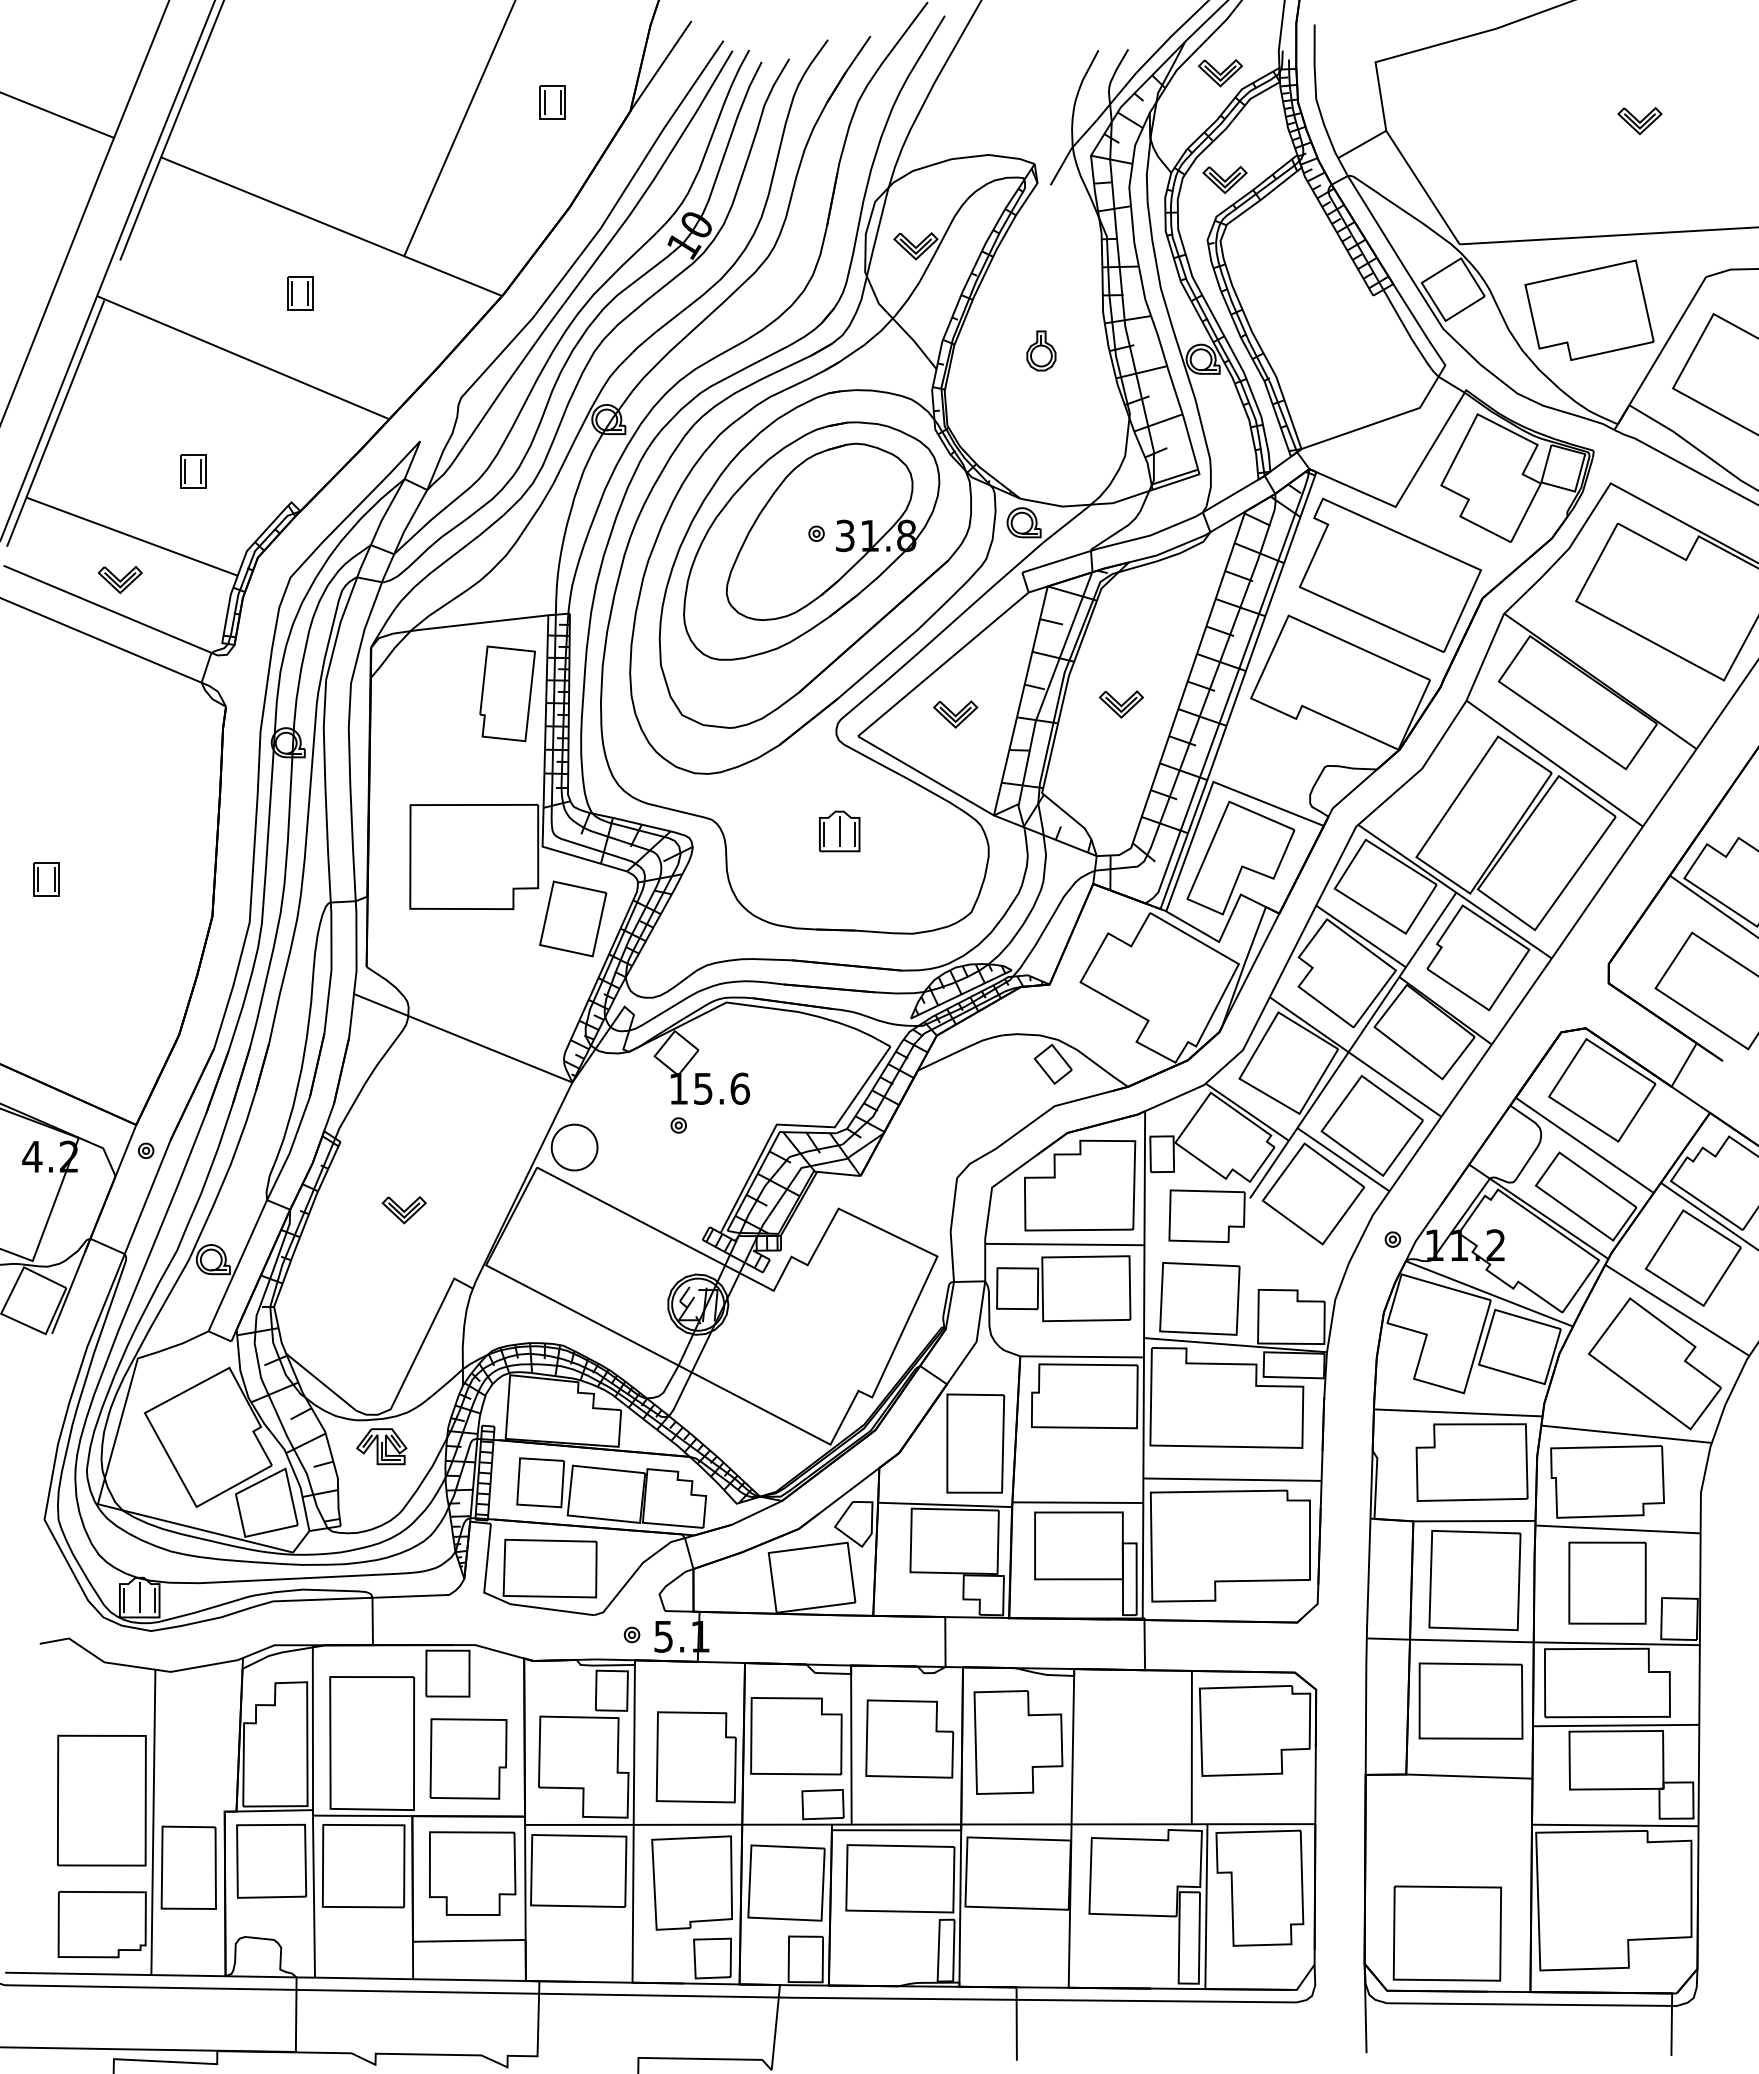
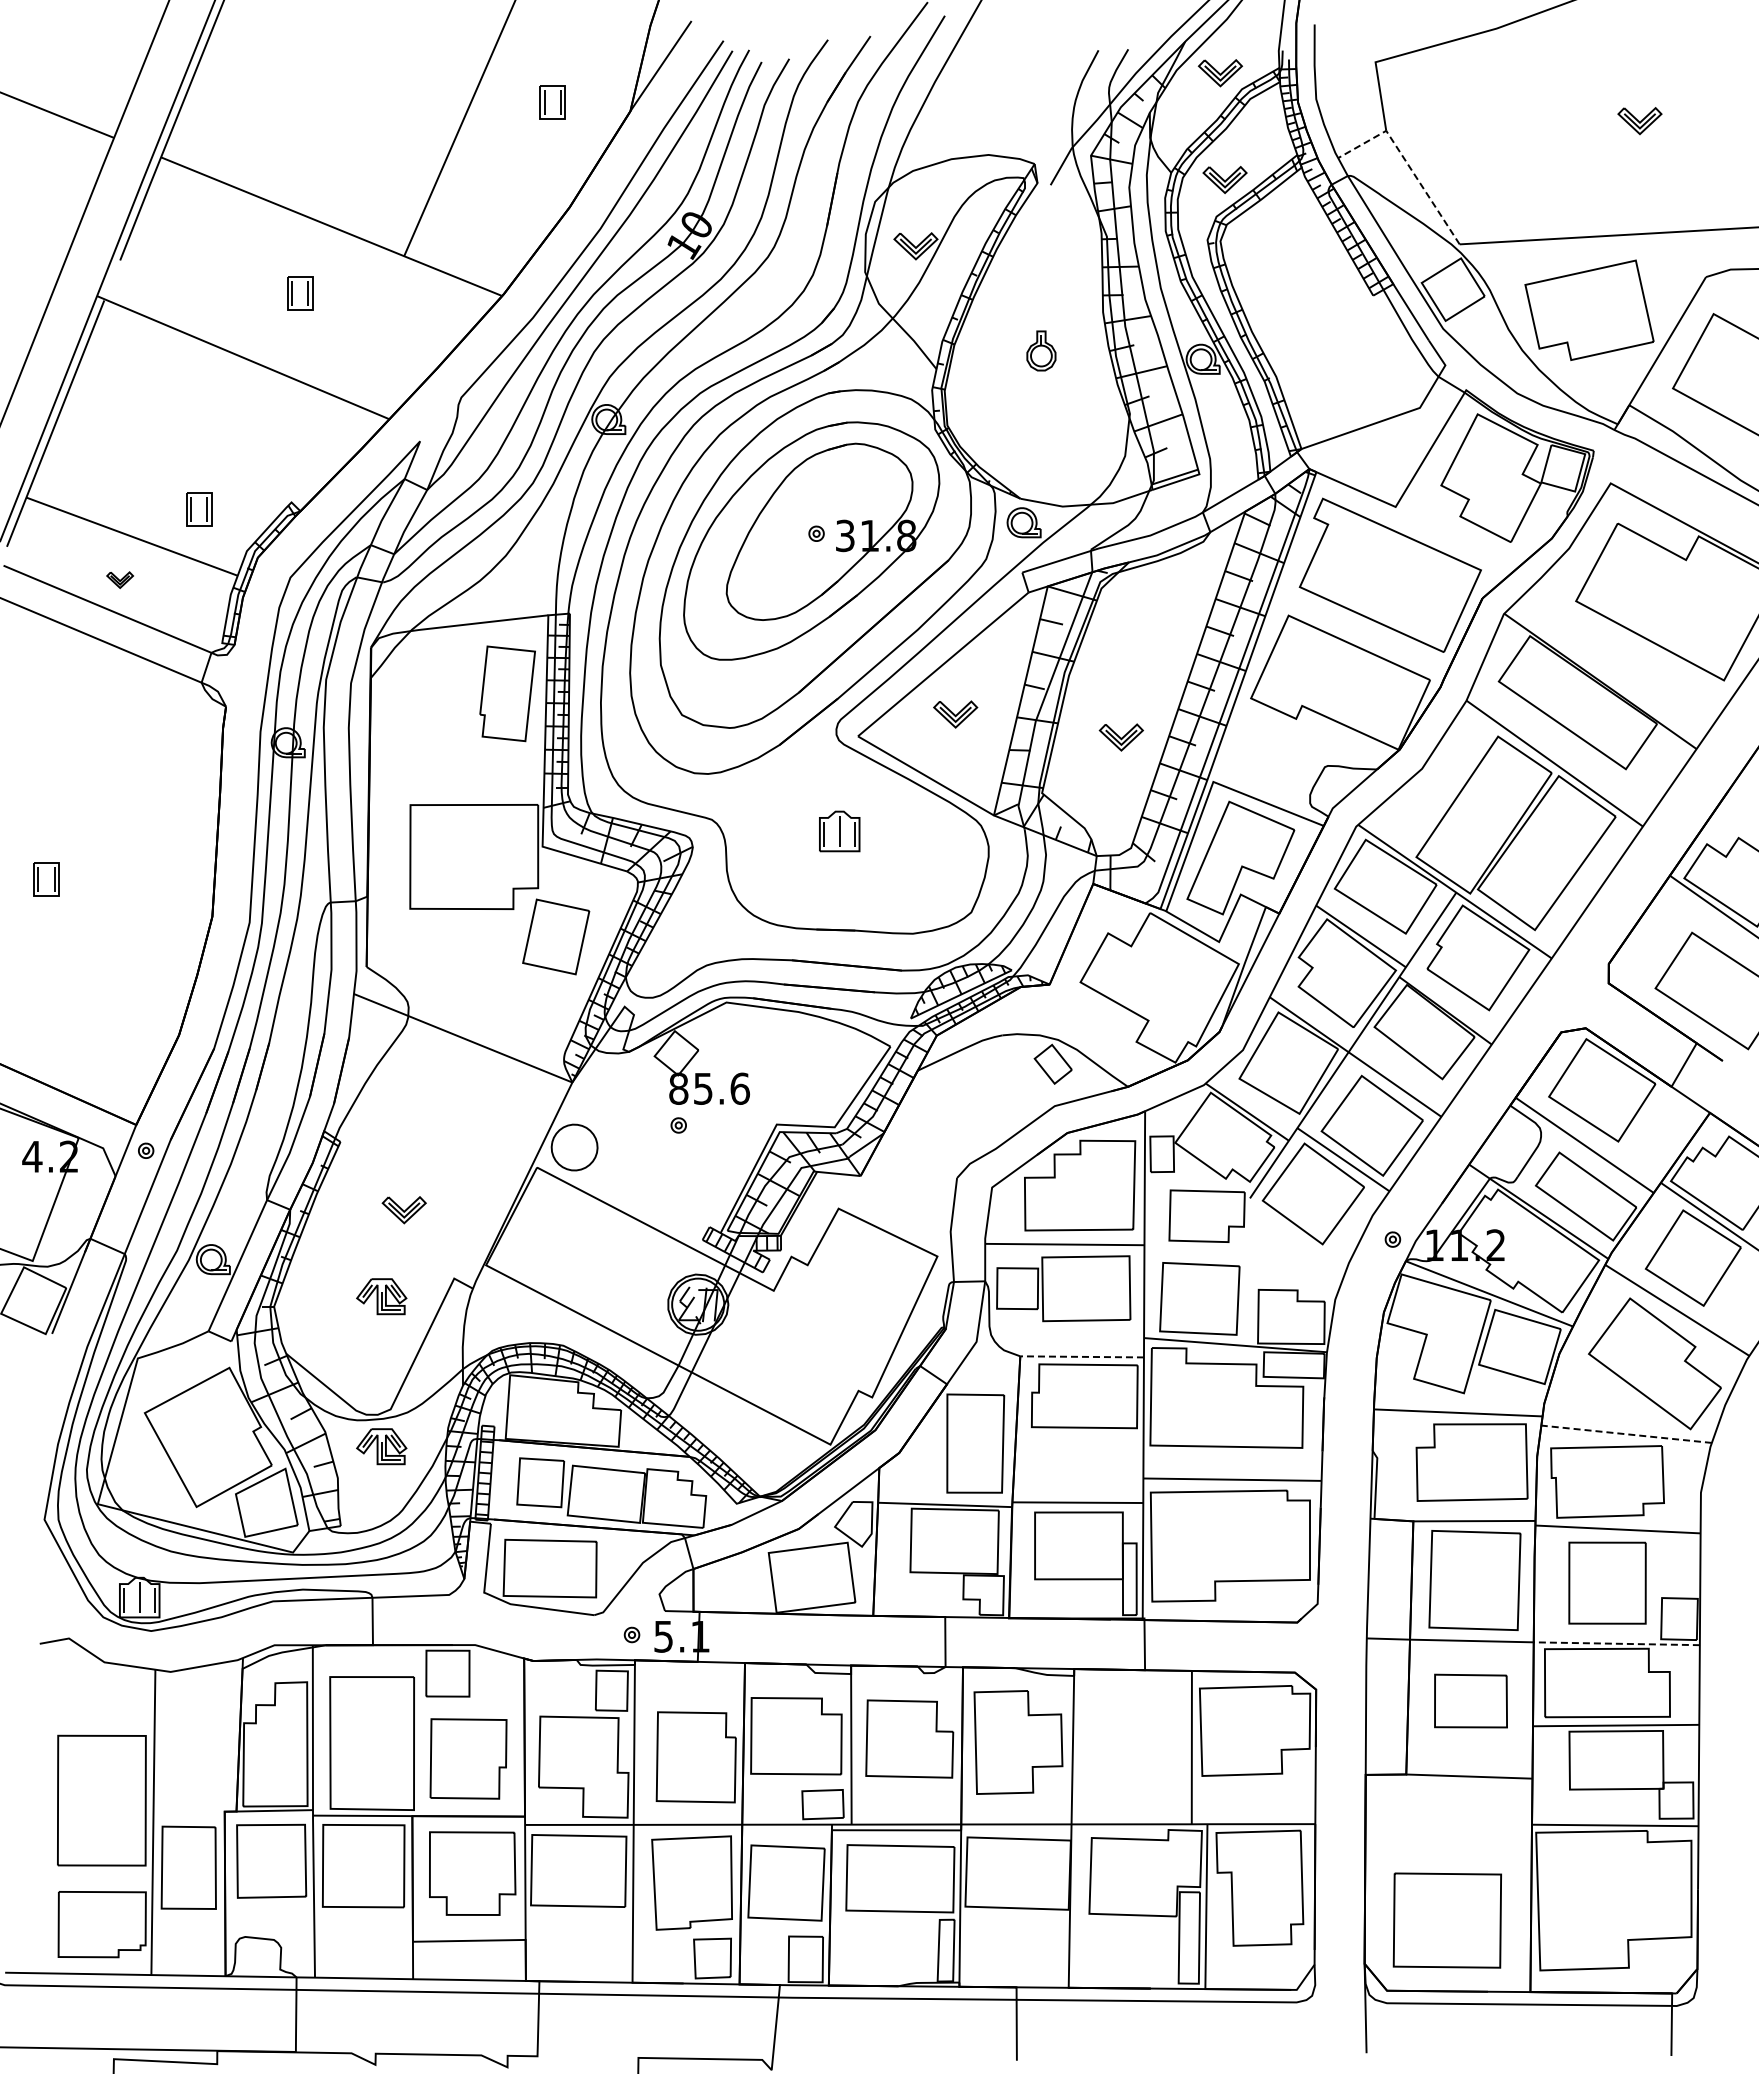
line at (1407, 163): solid -> dashed
part at (193, 471) position: (193, 471) -> (199, 509)
part at (119, 580) size: 46x29 px -> 28x18 px
part at (1120, 704) position: (1120, 704) -> (1120, 737)
part at (573, 918) position: (573, 918) -> (556, 936)
text at (678, 1088): 15.6 -> 85.6
part at (381, 1296): none -> present
line at (1082, 1356): solid -> dashed
line at (1626, 1434): solid -> dashed
line at (1616, 1643): solid -> dashed
part at (1470, 1700) size: 106x78 px -> 74x56 px
part at (1446, 1933) position: (1446, 1933) -> (1446, 1920)
